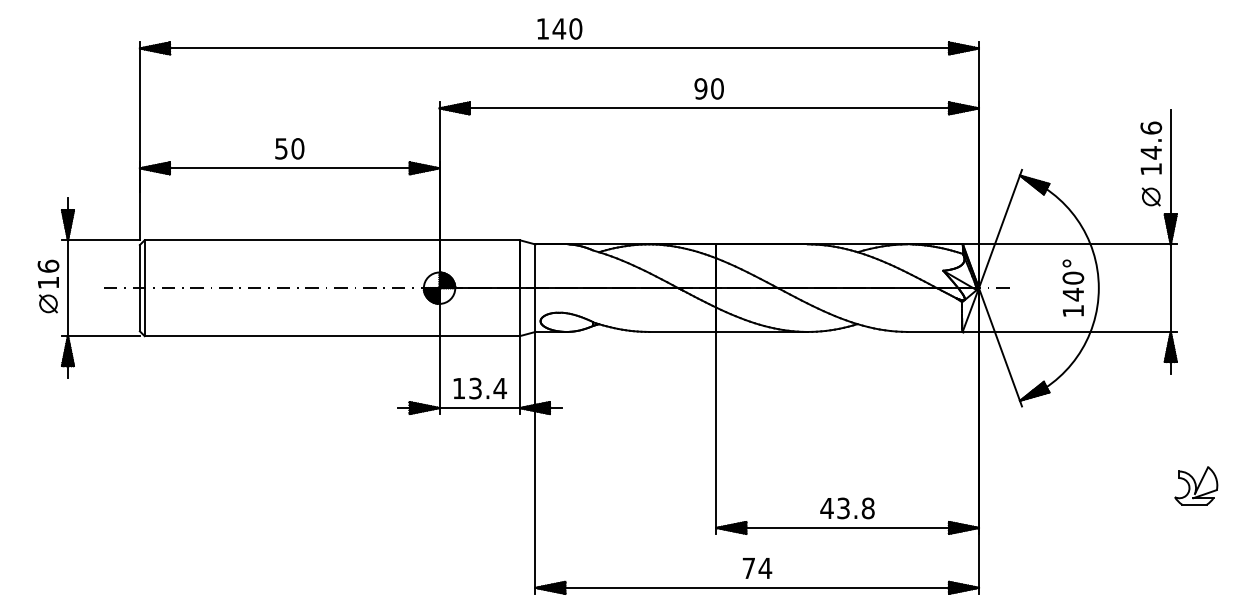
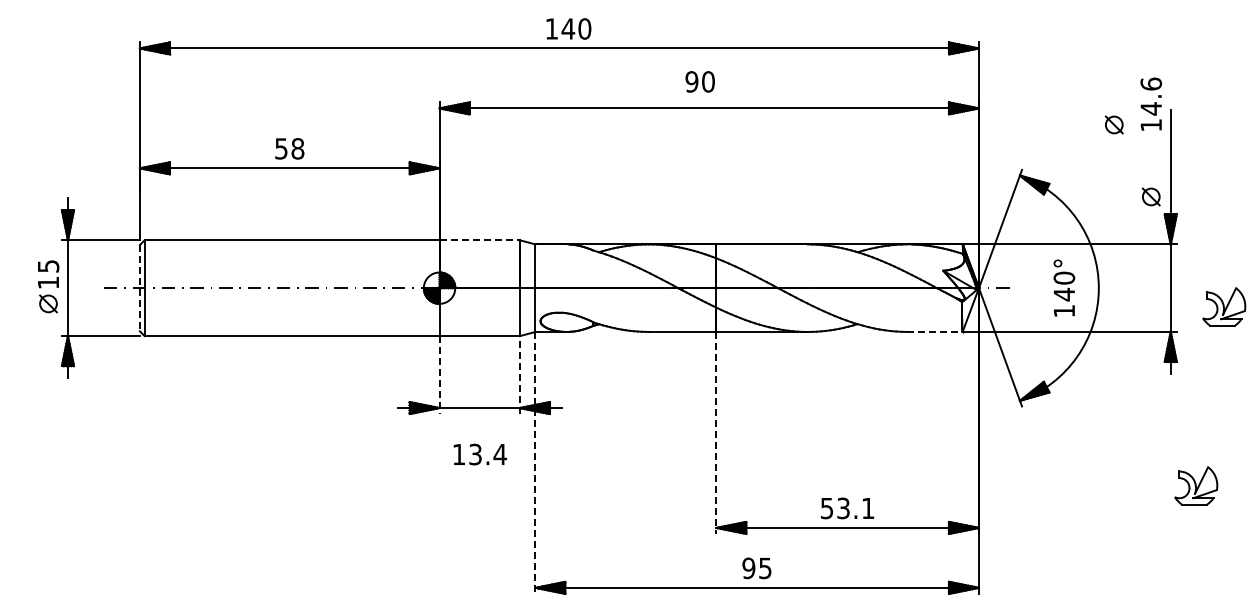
text at (559, 28) position: (559, 28) -> (568, 28)
text at (708, 88) position: (708, 88) -> (699, 81)
part at (1113, 124): none -> present
text at (1151, 147) position: (1151, 147) -> (1151, 103)
text at (297, 148): 50 -> 58
line at (480, 240): solid -> dashed
text at (48, 265): 16 -> 15
text at (1073, 287) position: (1073, 287) -> (1064, 287)
line at (139, 288): solid -> dashed
part at (1224, 306): none -> present
line at (935, 331): solid -> dashed
line at (439, 375): solid -> dashed
line at (519, 375): solid -> dashed
text at (479, 388) position: (479, 388) -> (479, 454)
line at (716, 432): solid -> dashed
line at (535, 462): solid -> dashed
text at (847, 508): 43.8 -> 53.1
text at (757, 568): 74 -> 95
